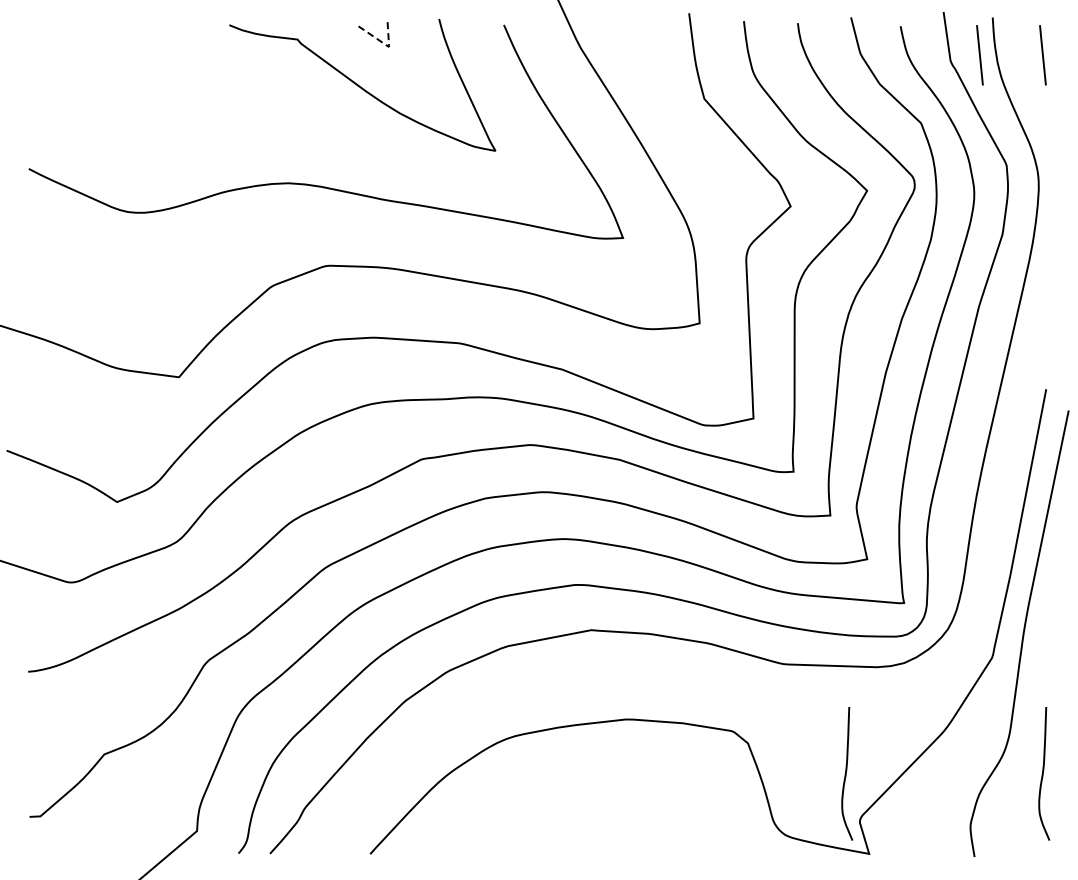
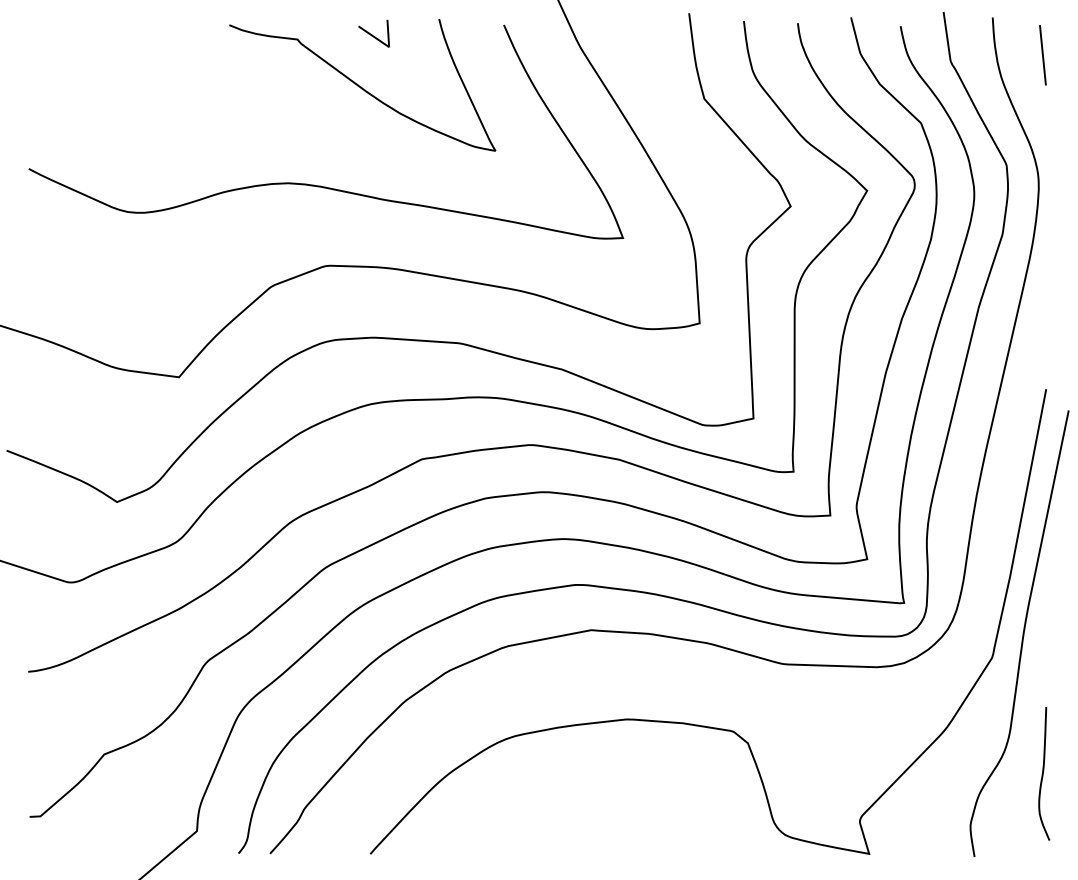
line at (385, 44): dashed -> solid
line at (979, 55): present -> none
curve at (846, 773): present -> none
